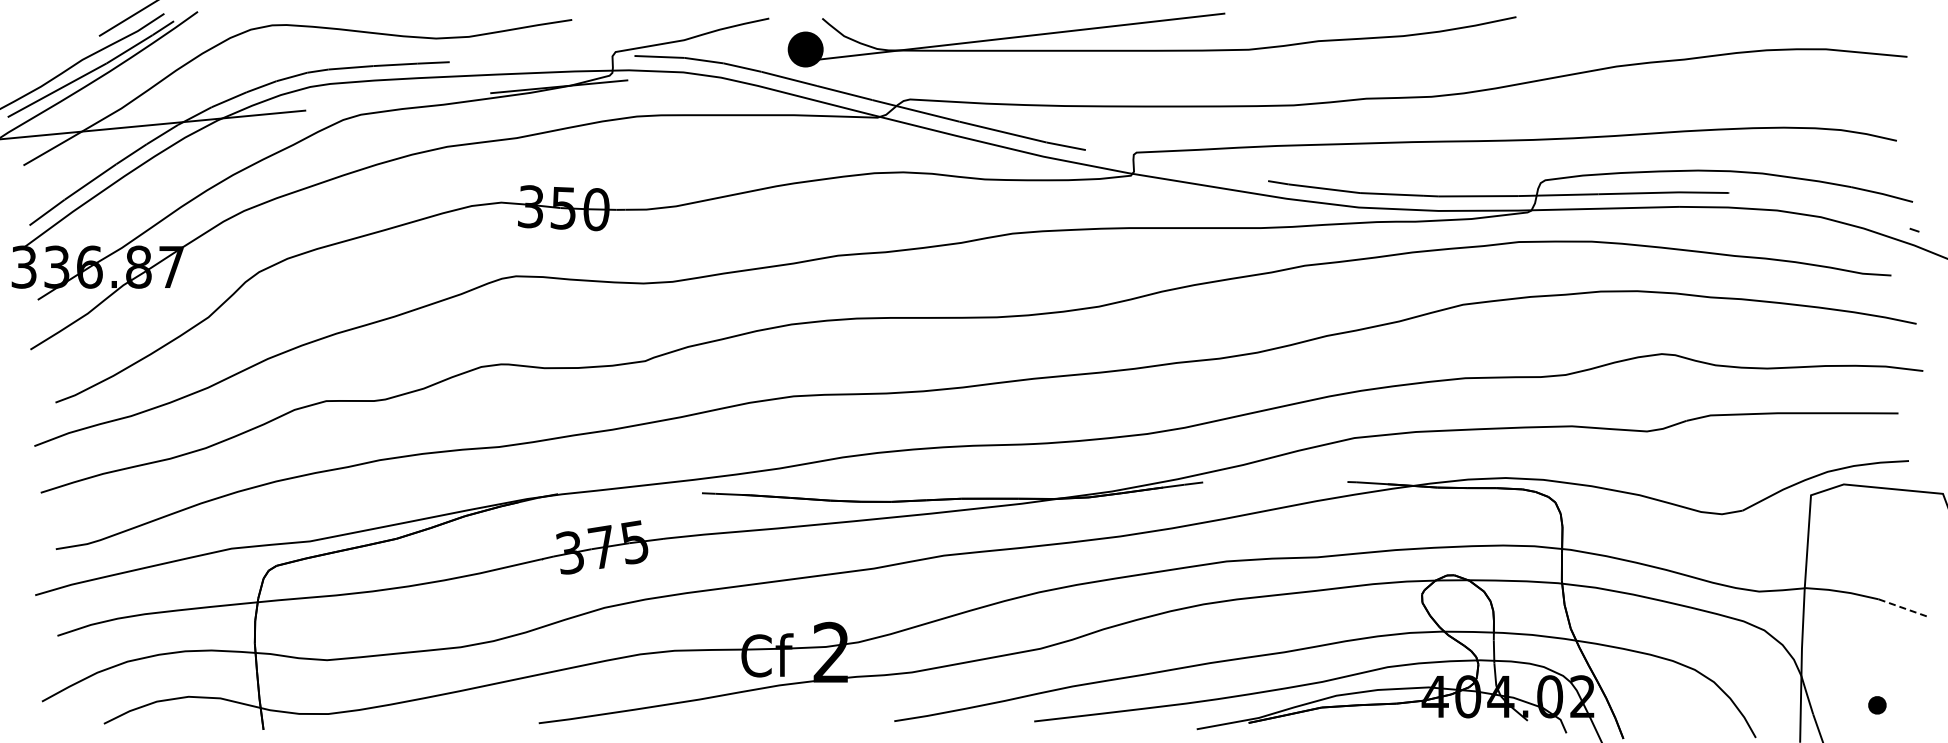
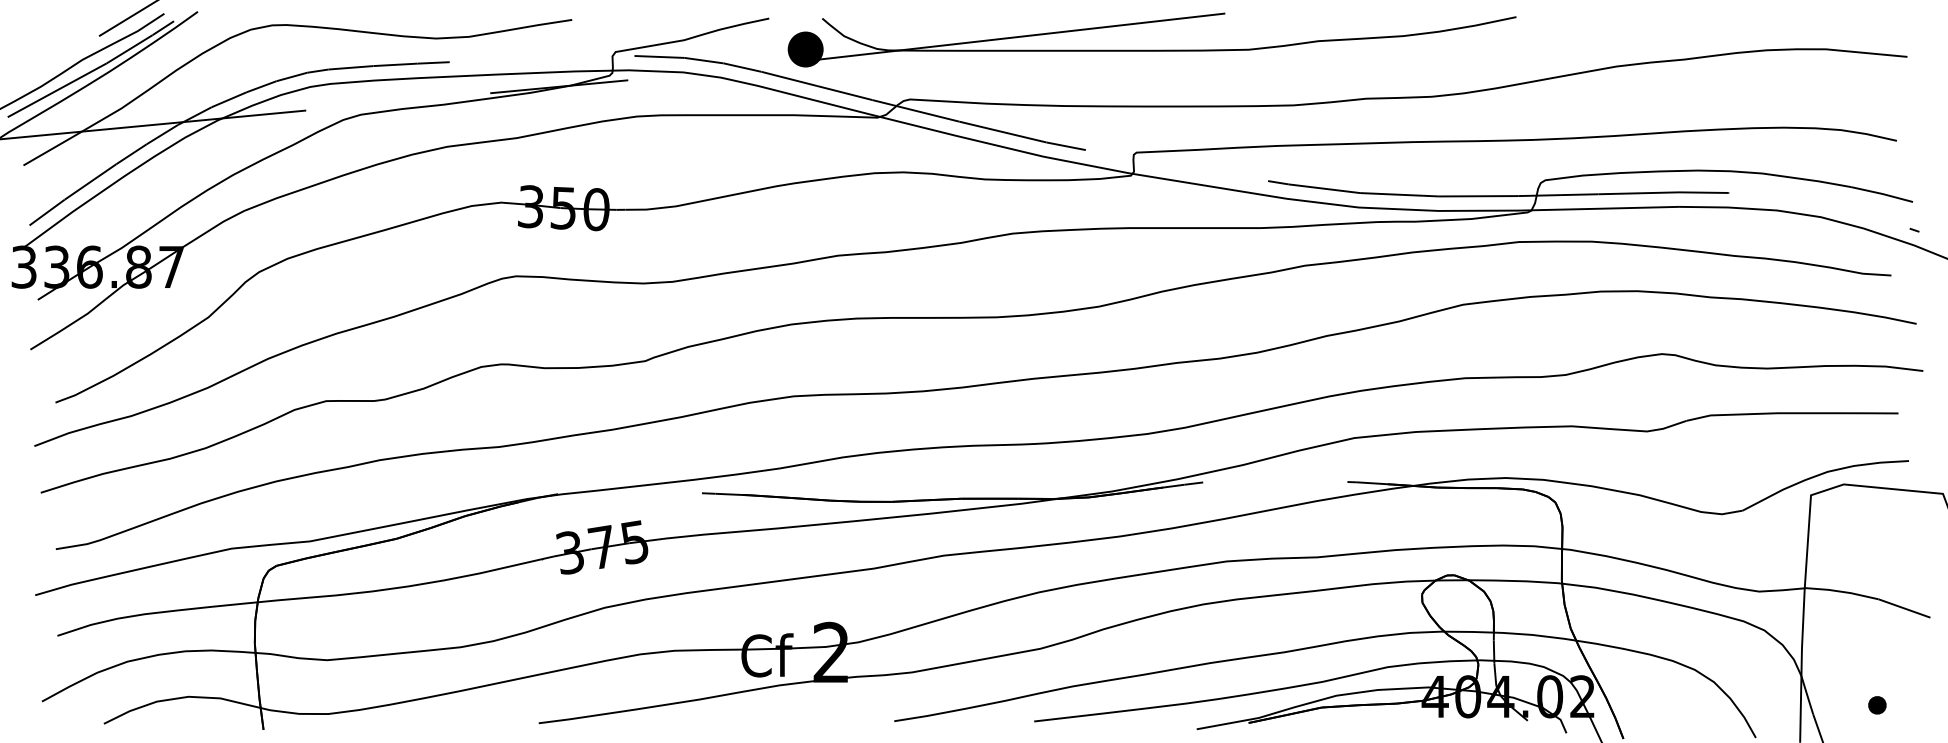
line at (1905, 608): dashed -> solid
